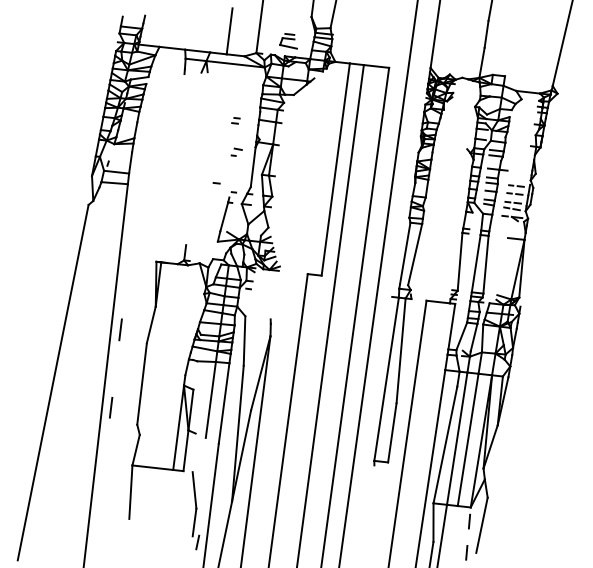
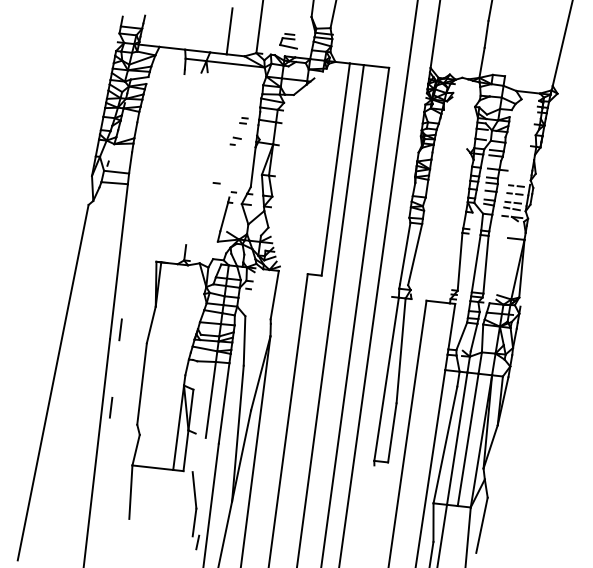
part at (235, 120) position: (235, 120) -> (243, 120)
part at (236, 151) position: (236, 151) -> (235, 140)
line at (274, 294): none -> present
line at (468, 537): dashed -> solid
